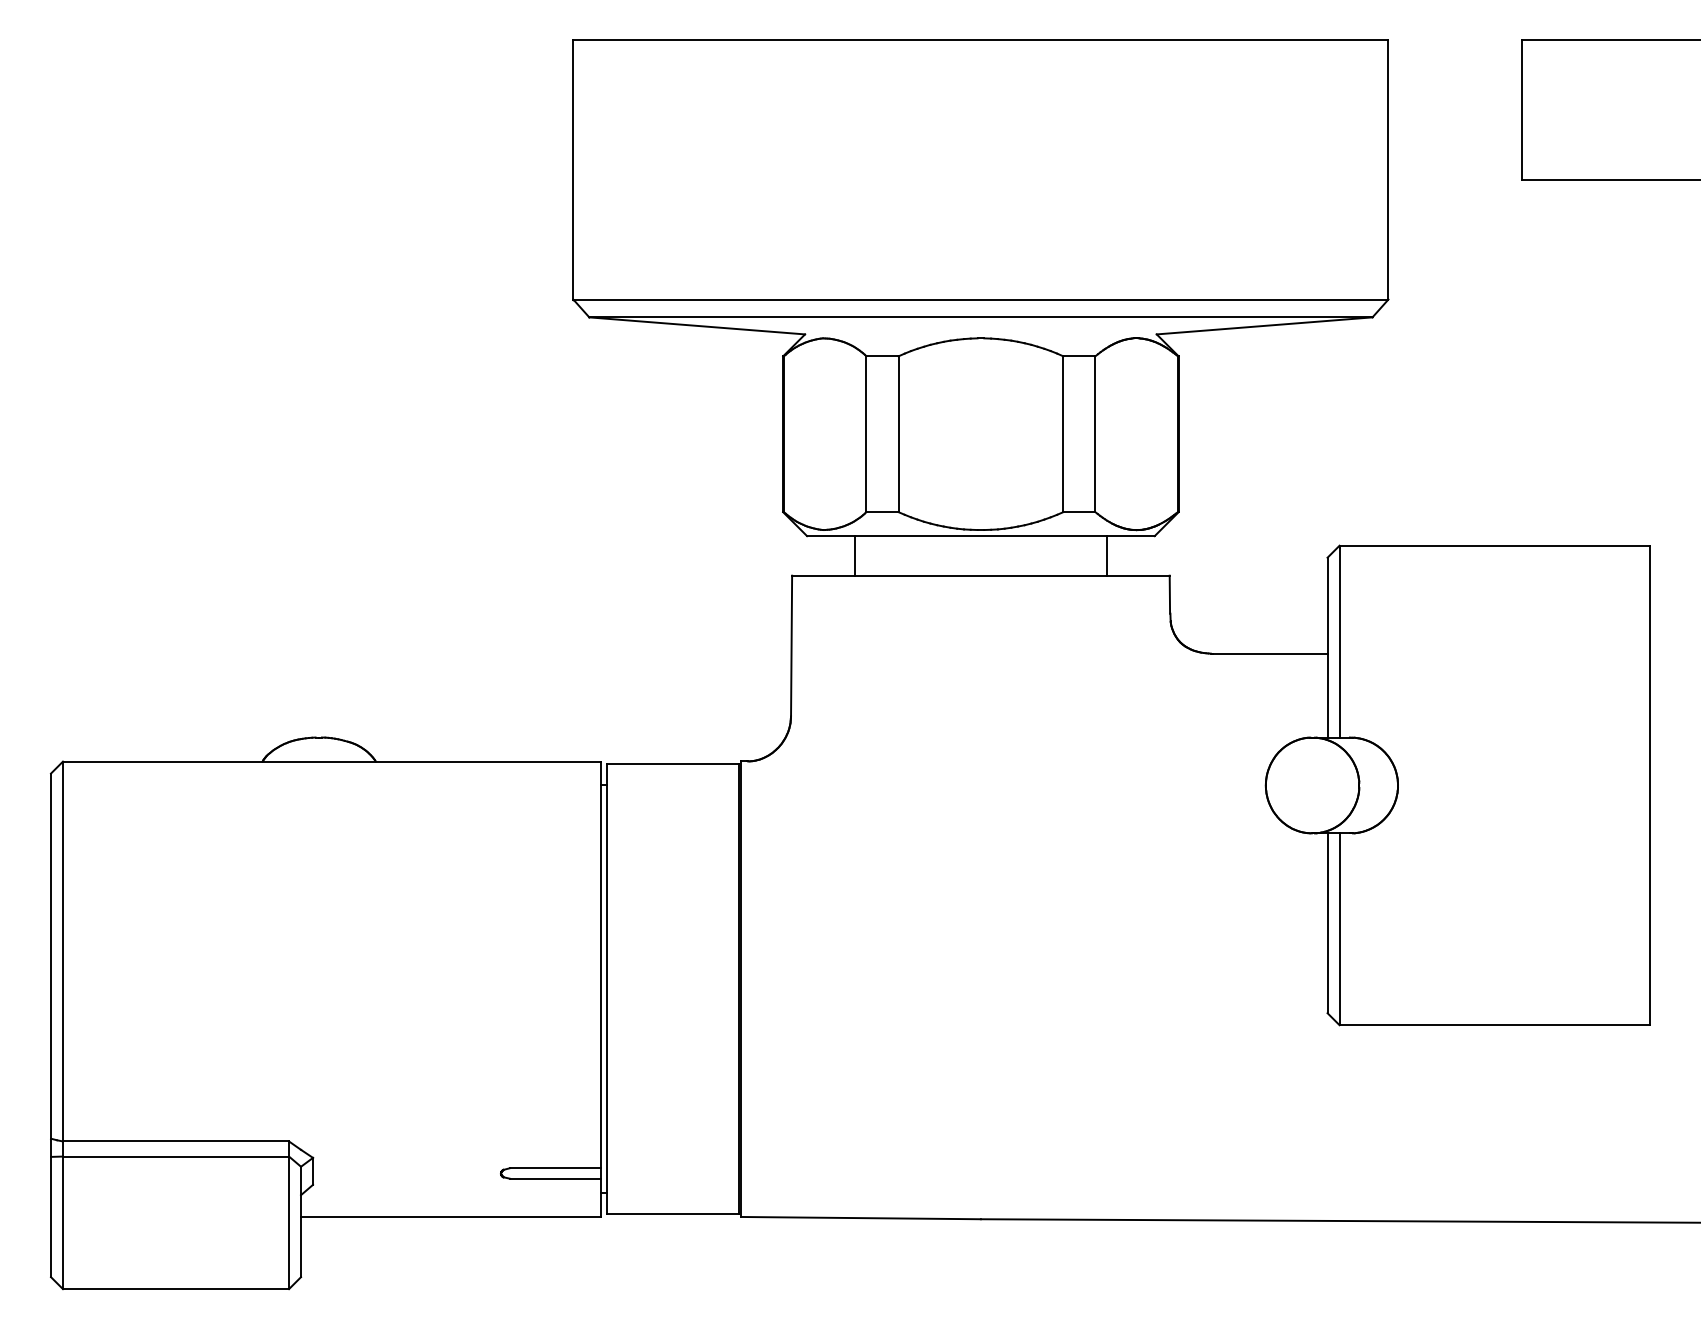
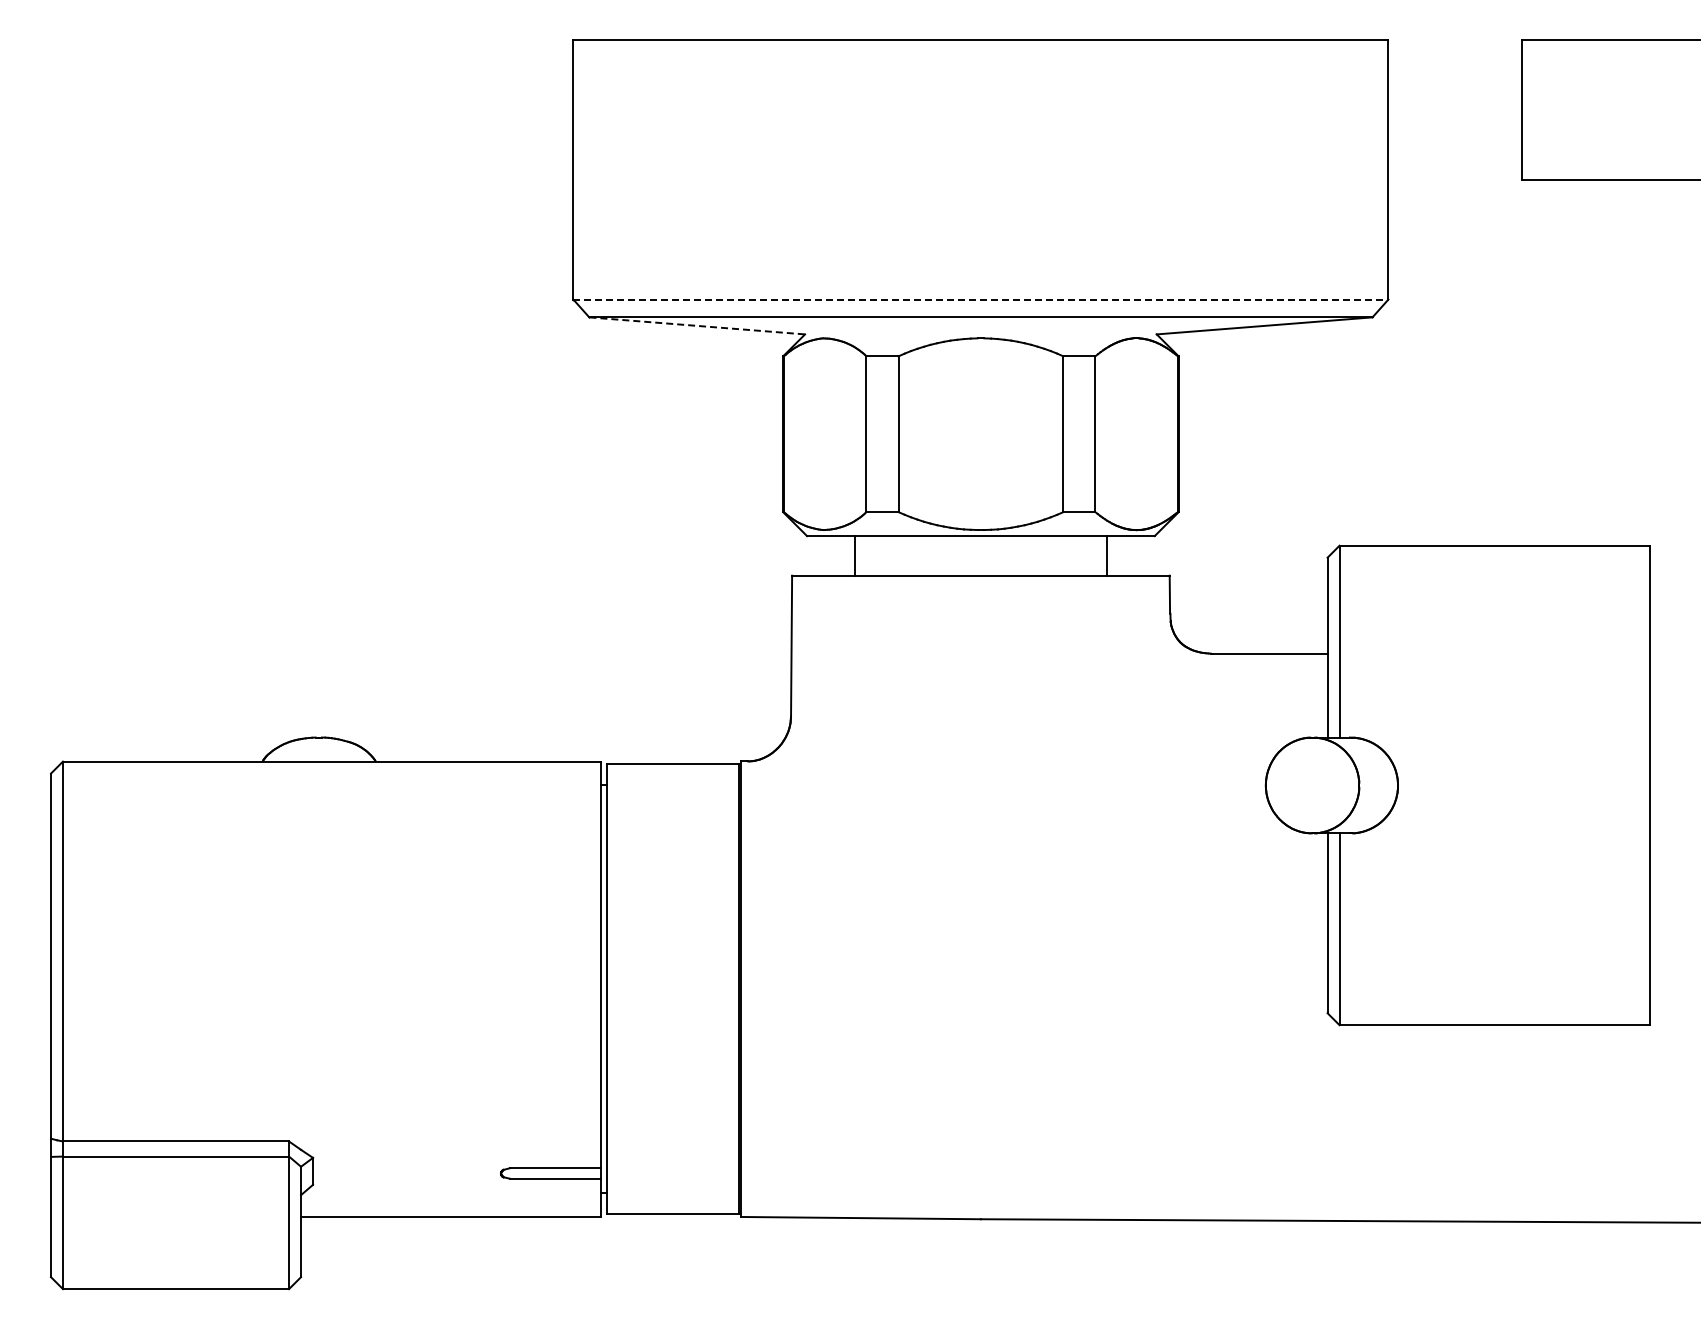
line at (980, 299): solid -> dashed
line at (697, 325): solid -> dashed
